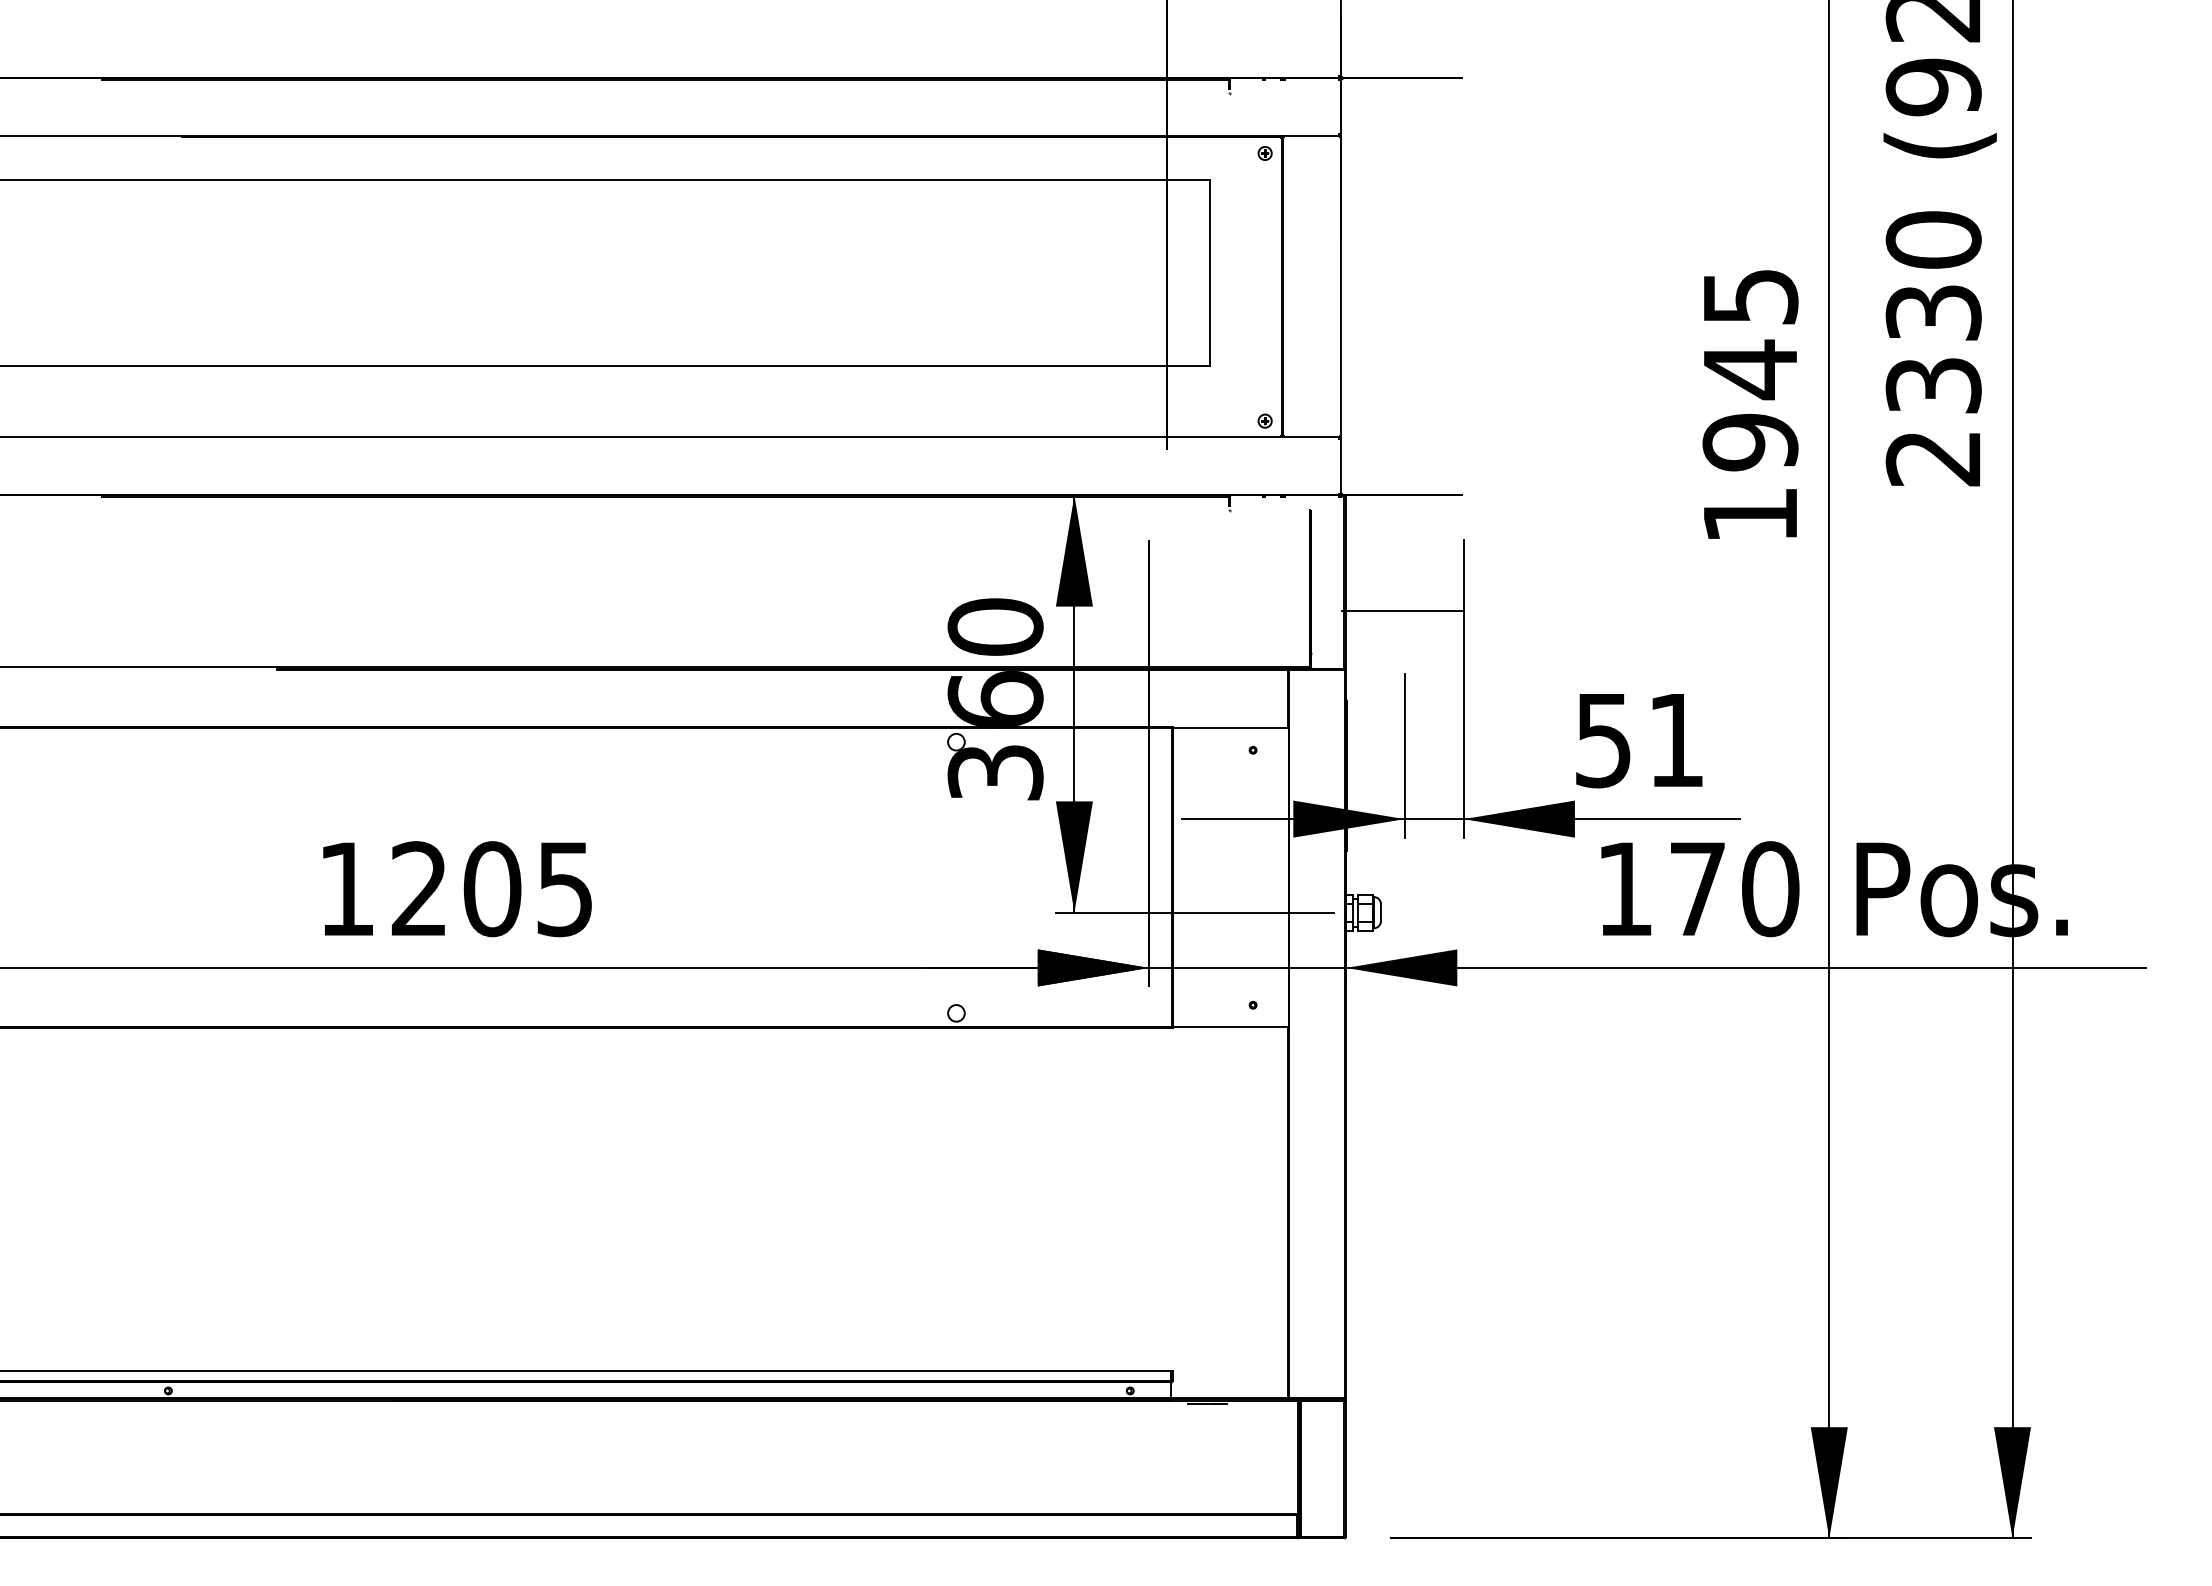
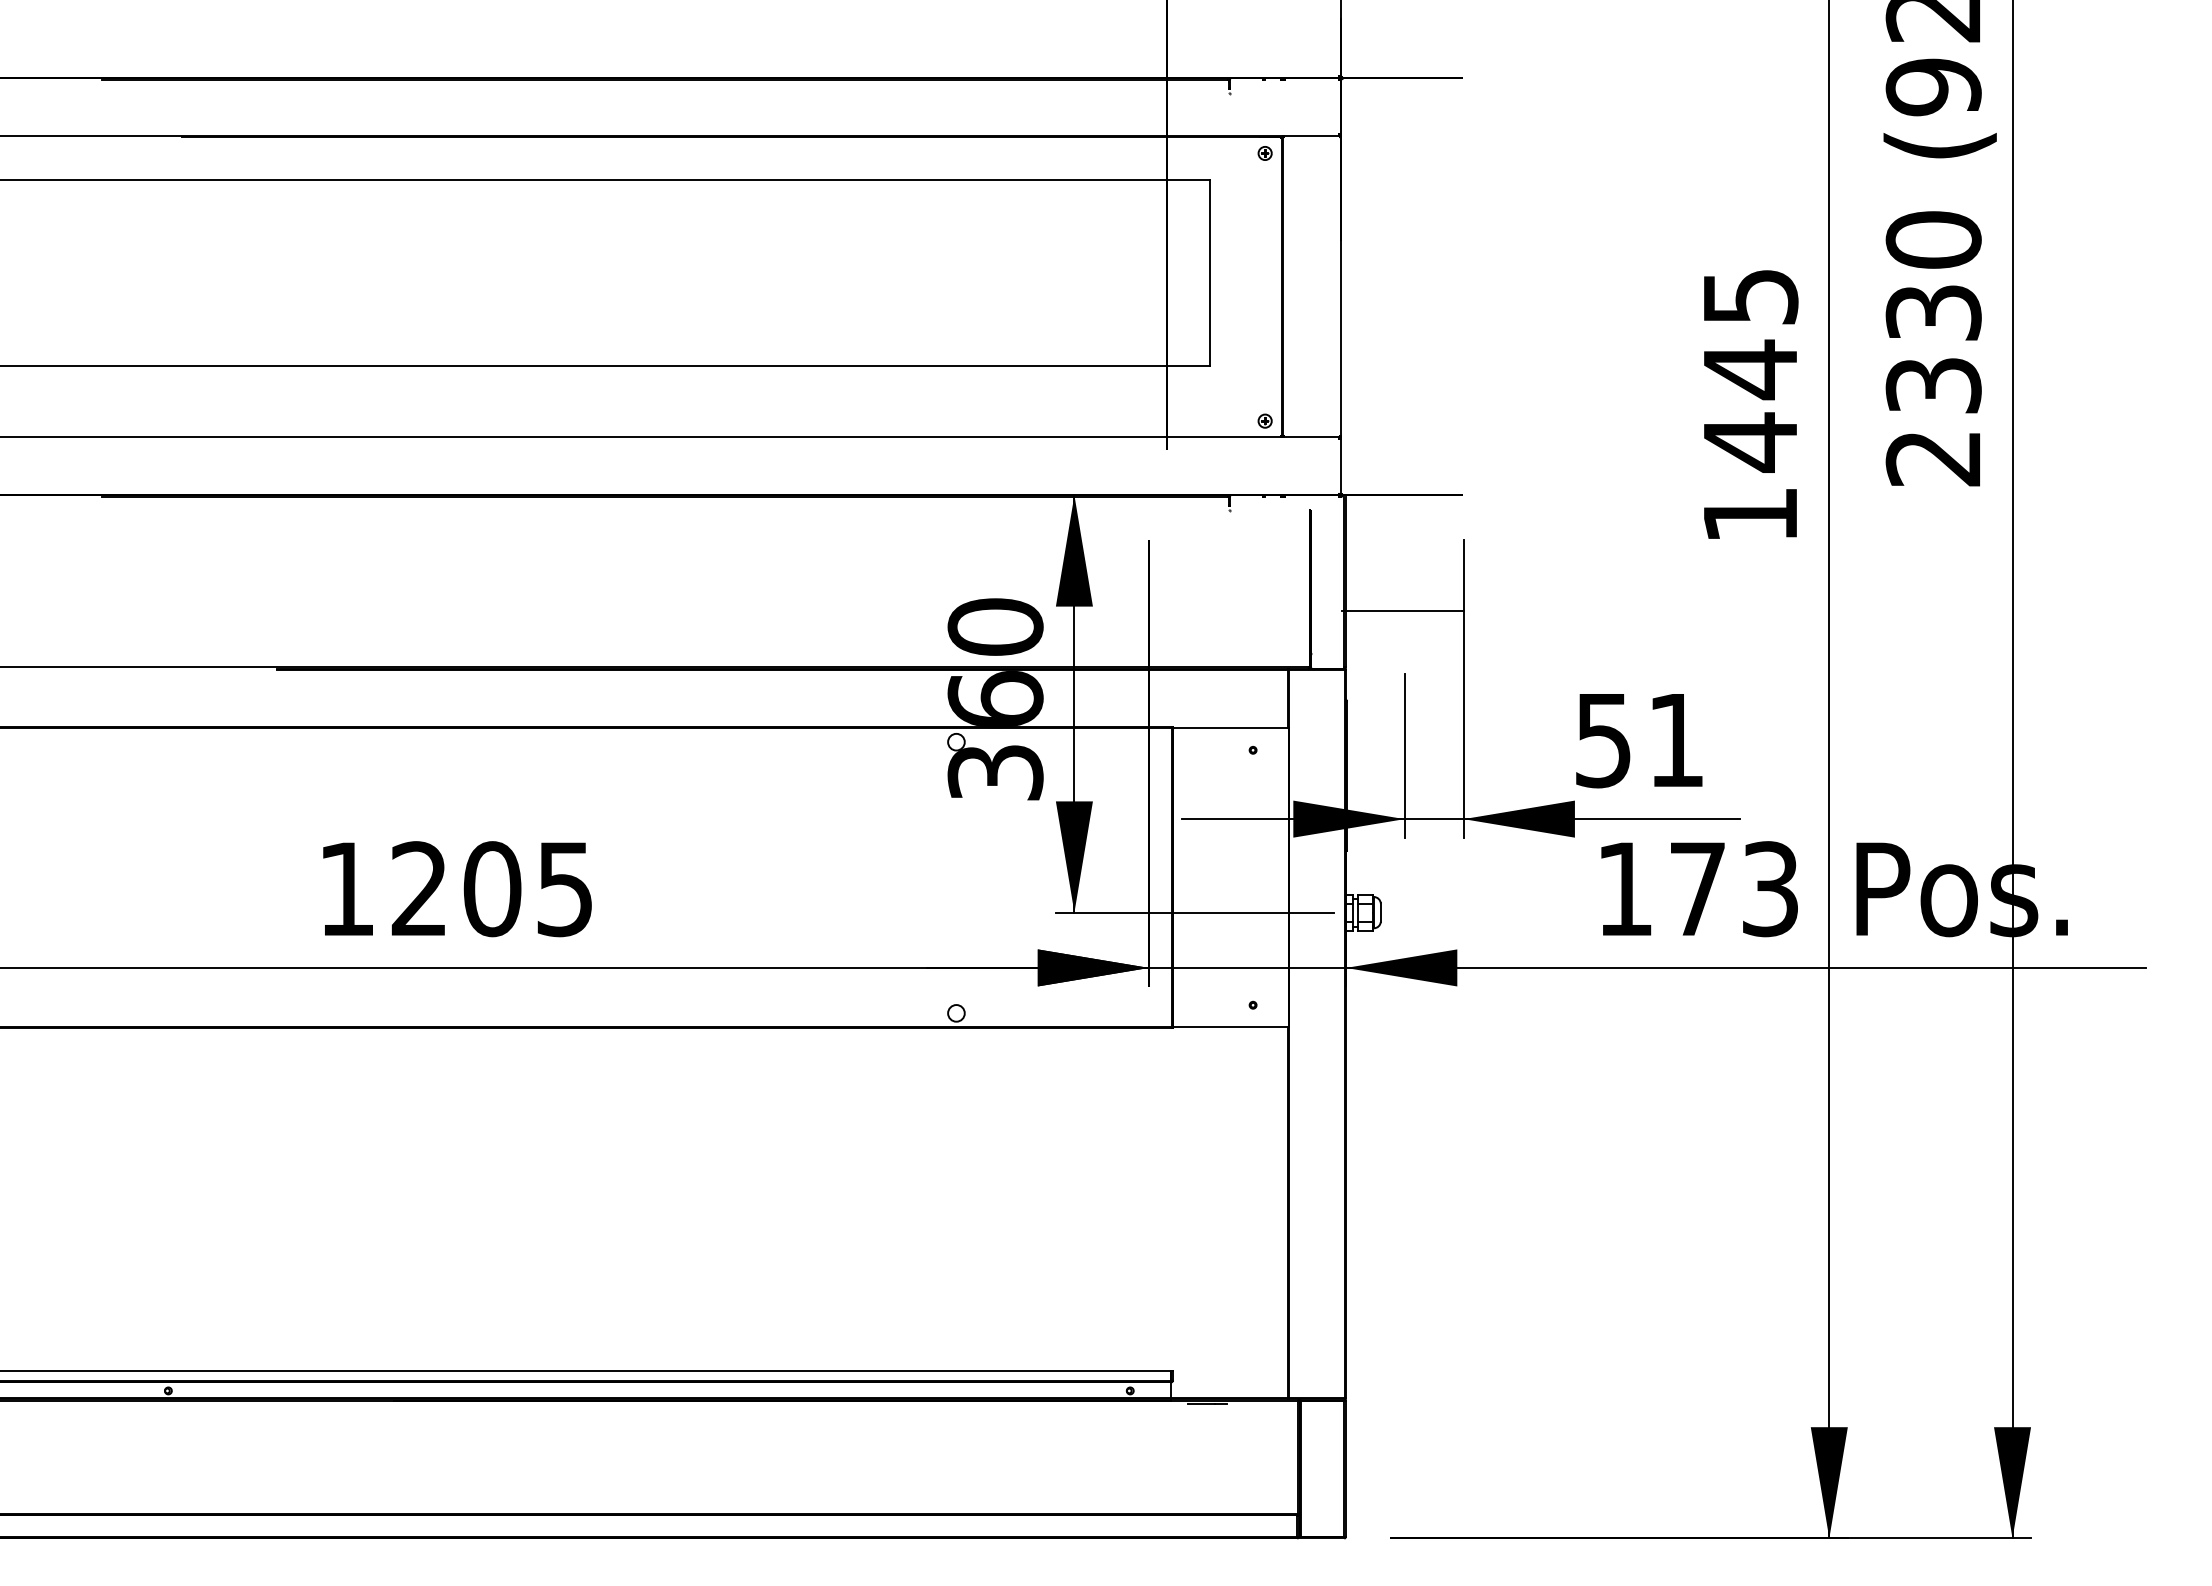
text at (1750, 442): 1945 -> 1445
text at (1770, 889): 170 -> 173
